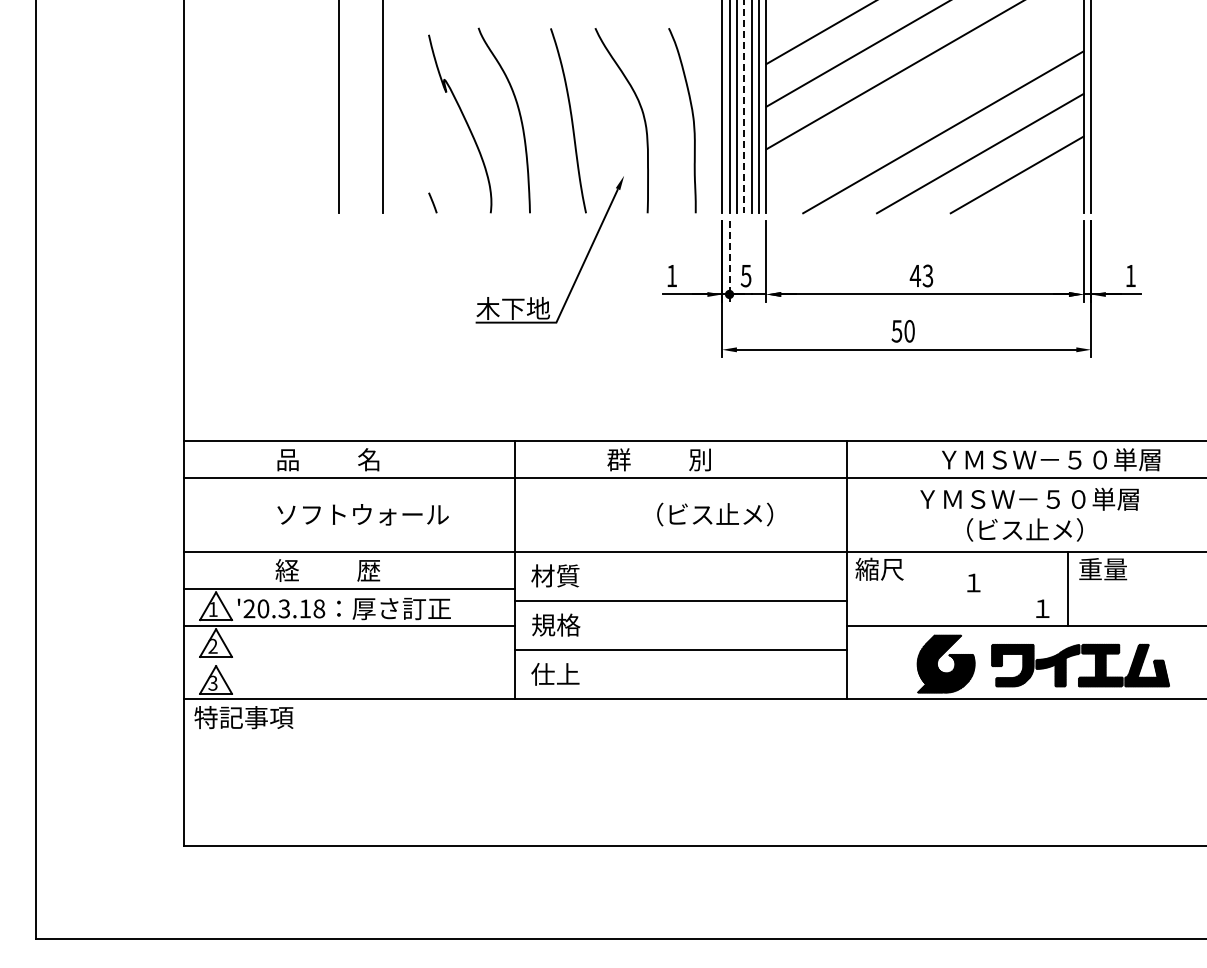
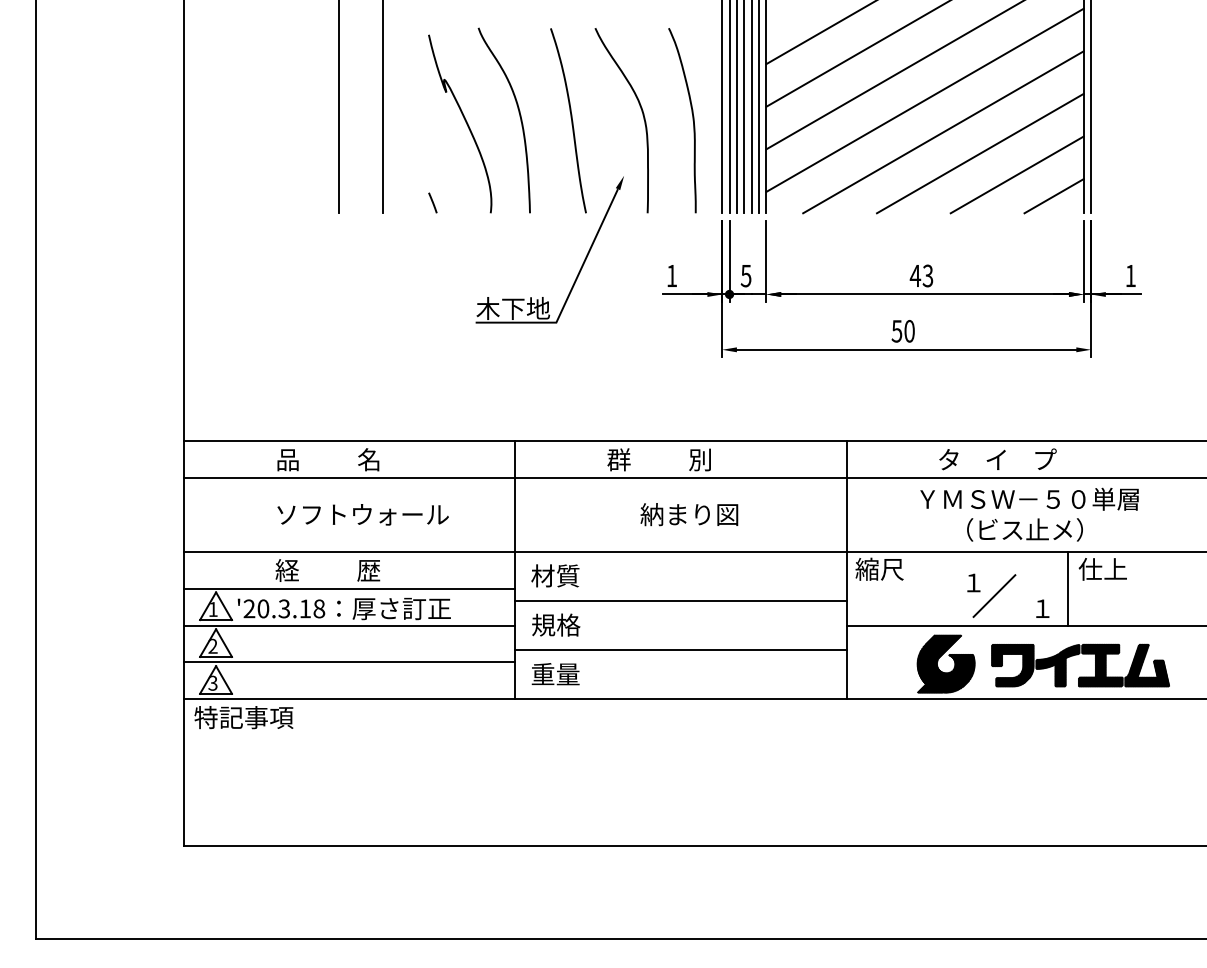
line at (924, 99): none -> present
line at (744, 107): dashed -> solid
line at (1053, 196): none -> present
line at (729, 261): dashed -> solid
text at (1049, 459): ＹＭＳＷ－５０単層 -> タ    イ    プ
text at (706, 514): （ビス止メ） -> 納まり図
text at (1102, 569): 重量 -> 仕上
line at (994, 595): none -> present
line at (348, 662): none -> present
text at (555, 674): 仕上 -> 重量
